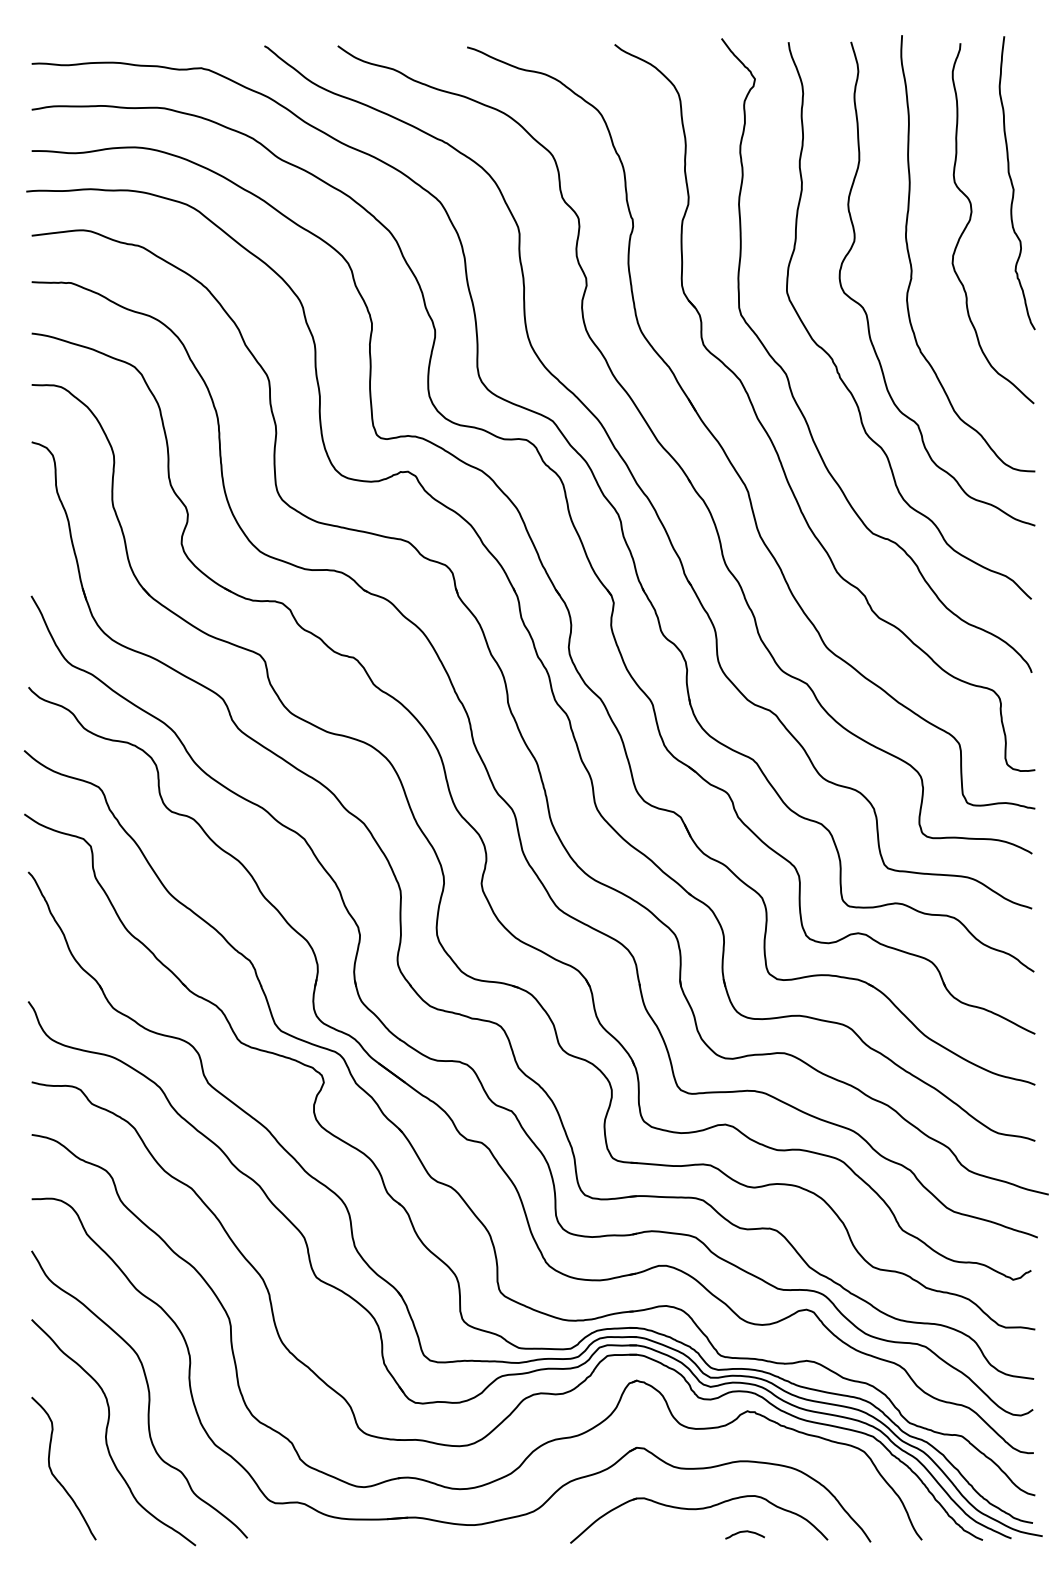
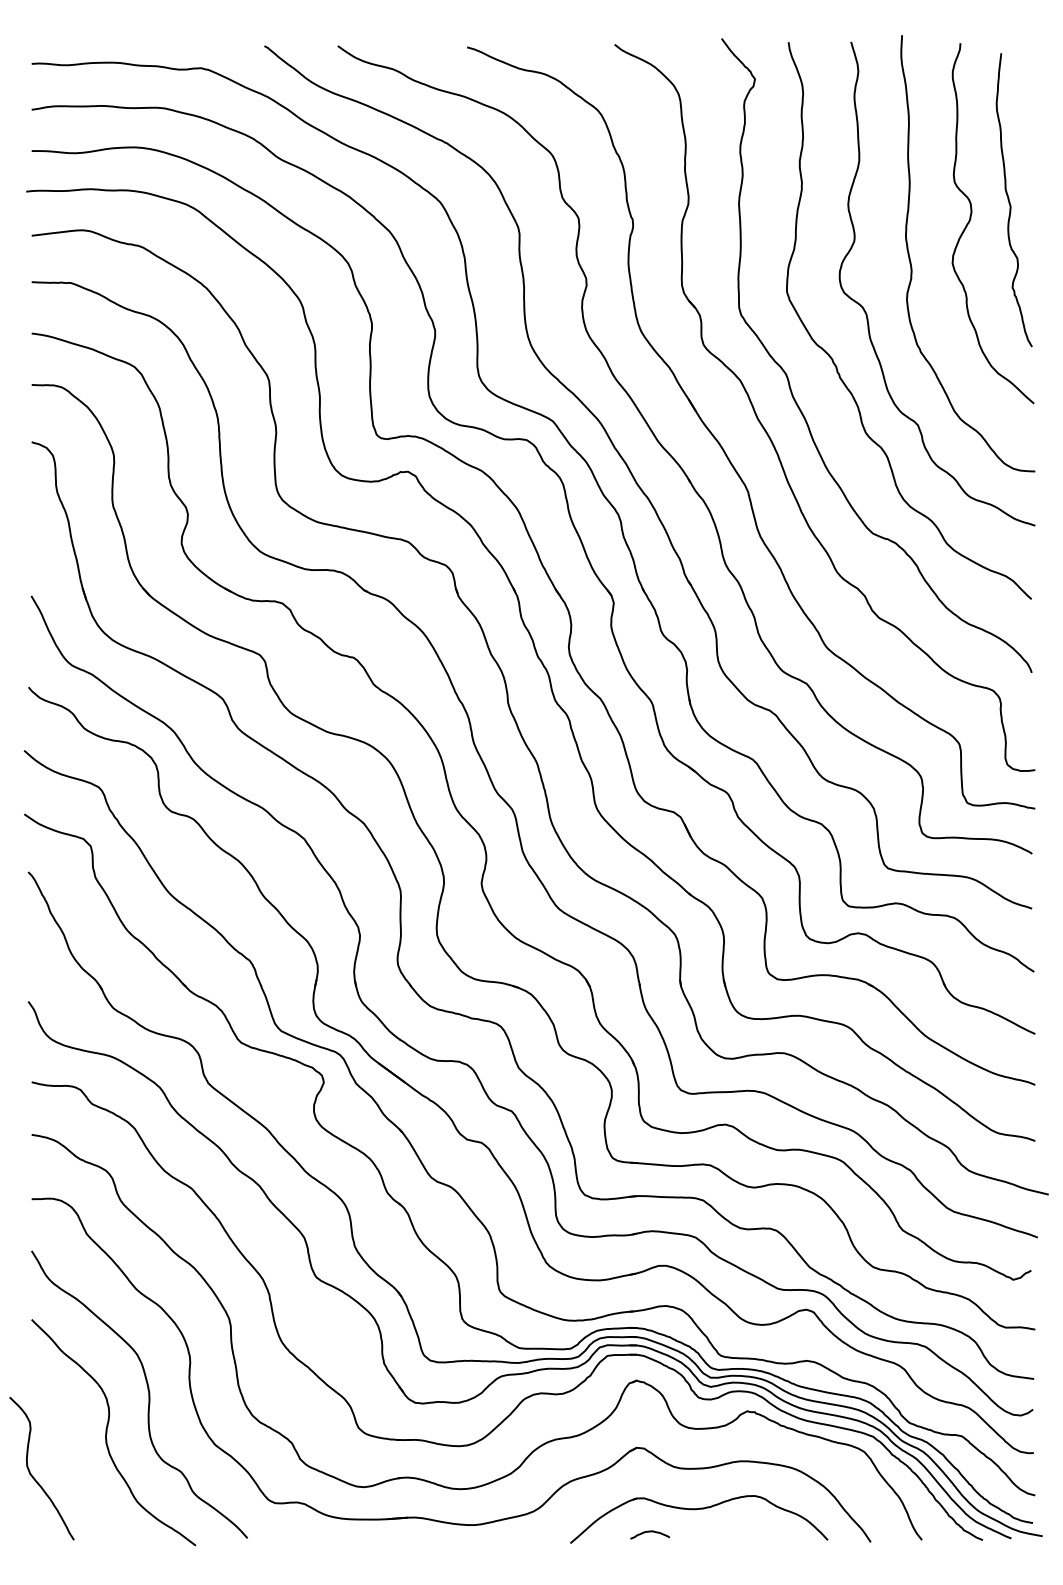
curve at (1013, 184) position: (1013, 184) -> (1010, 201)
curve at (53, 1473) position: (53, 1473) -> (31, 1473)
curve at (744, 1532) position: (744, 1532) -> (649, 1532)
